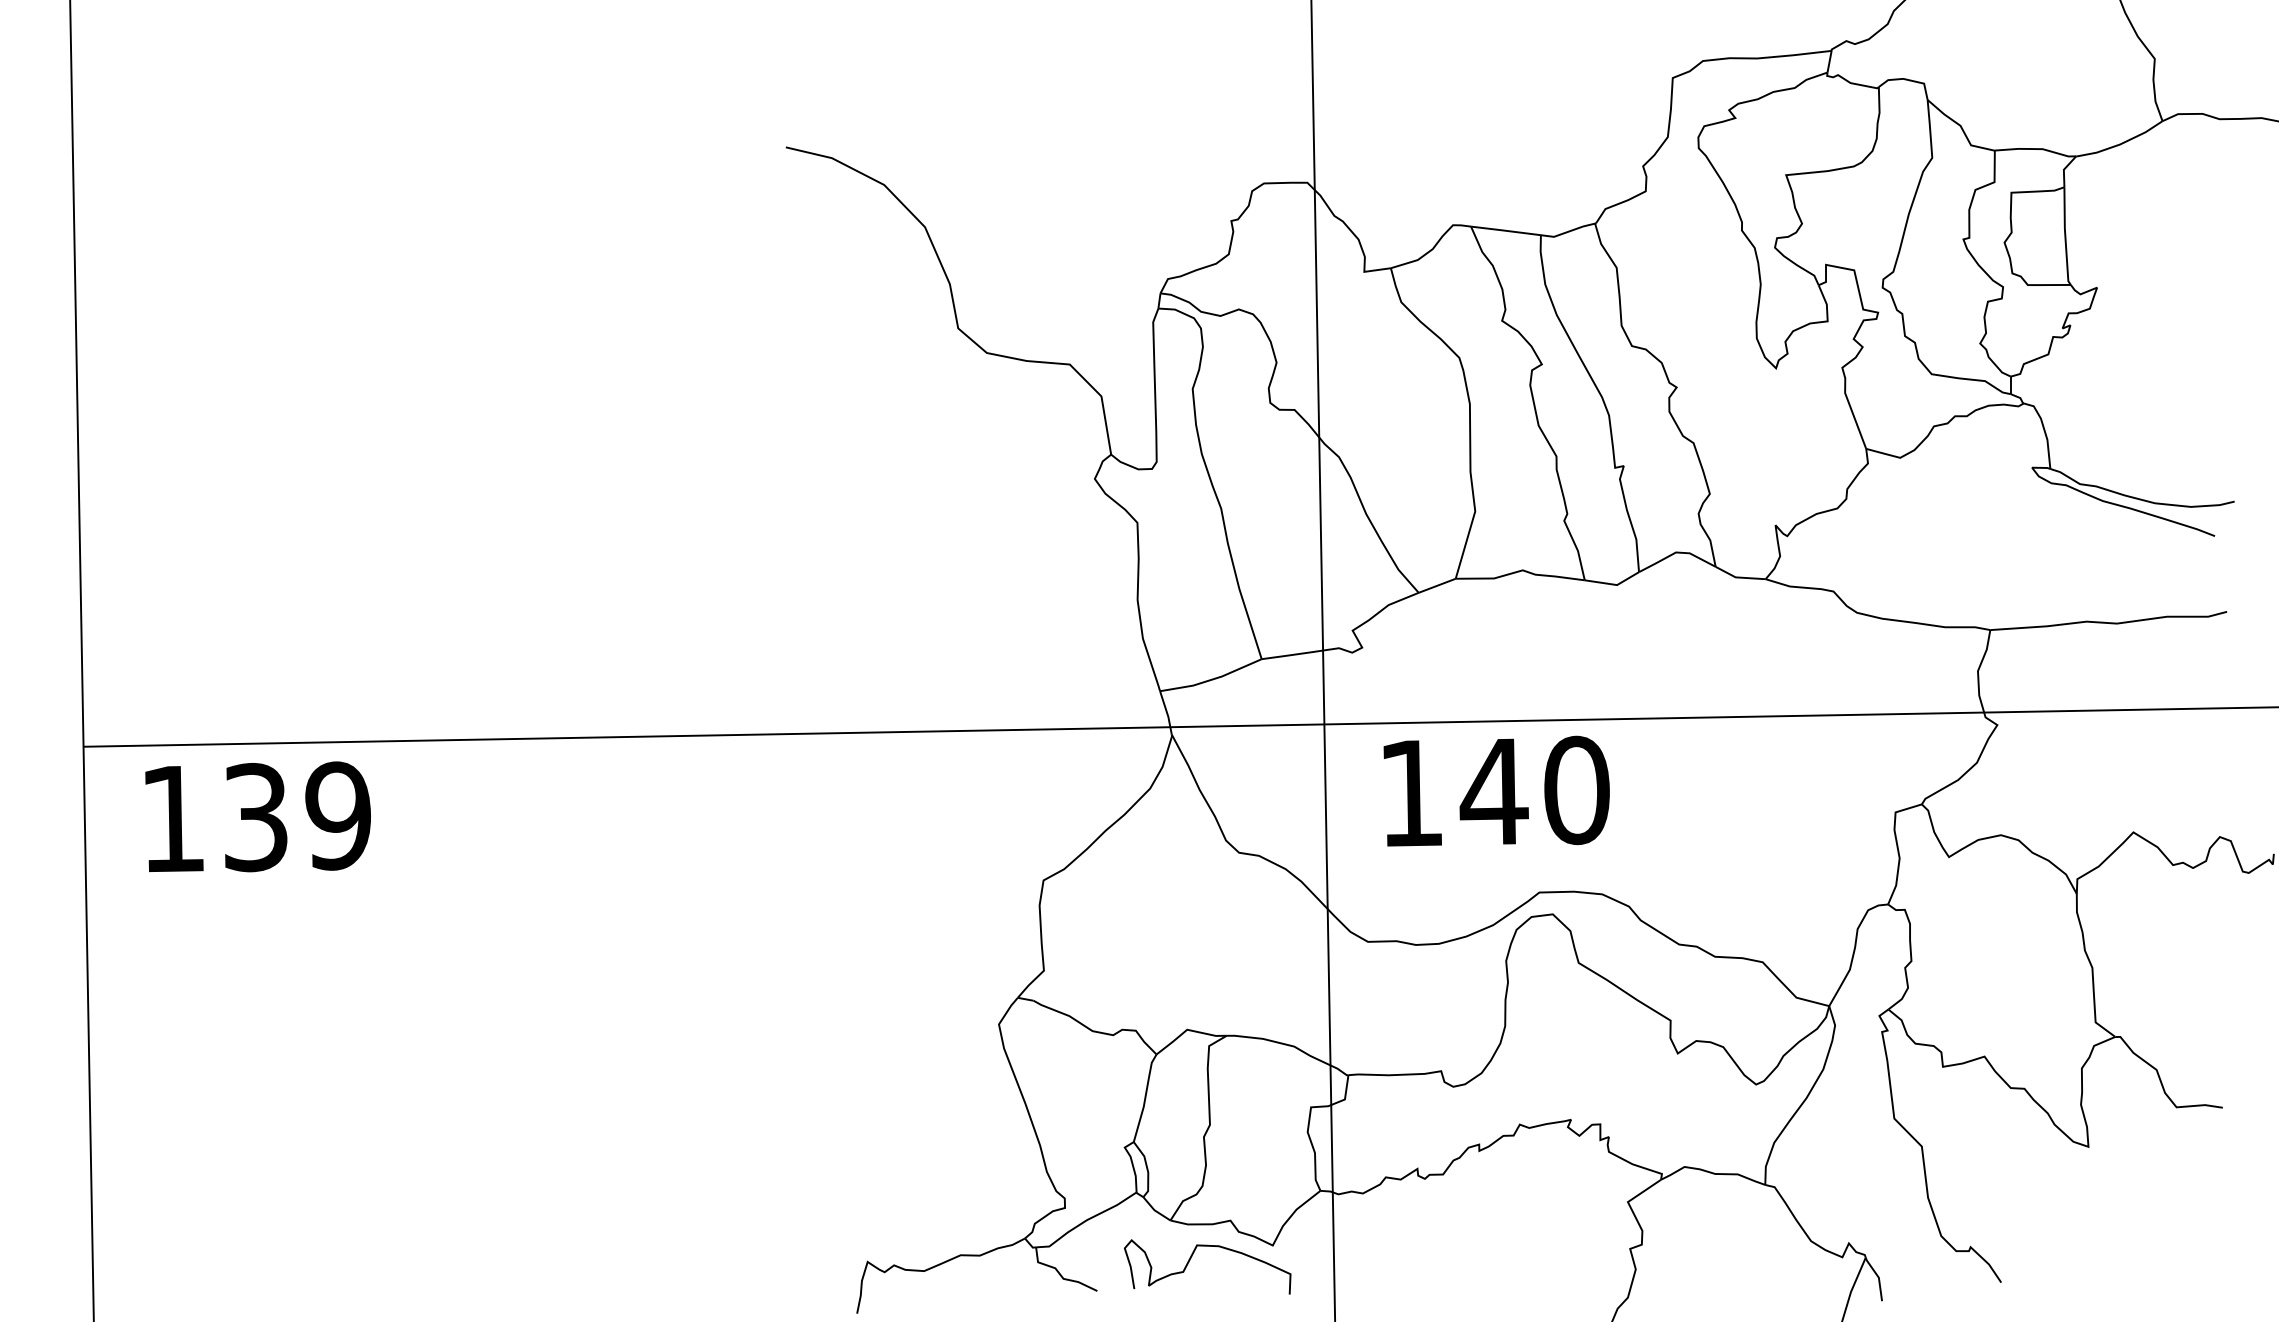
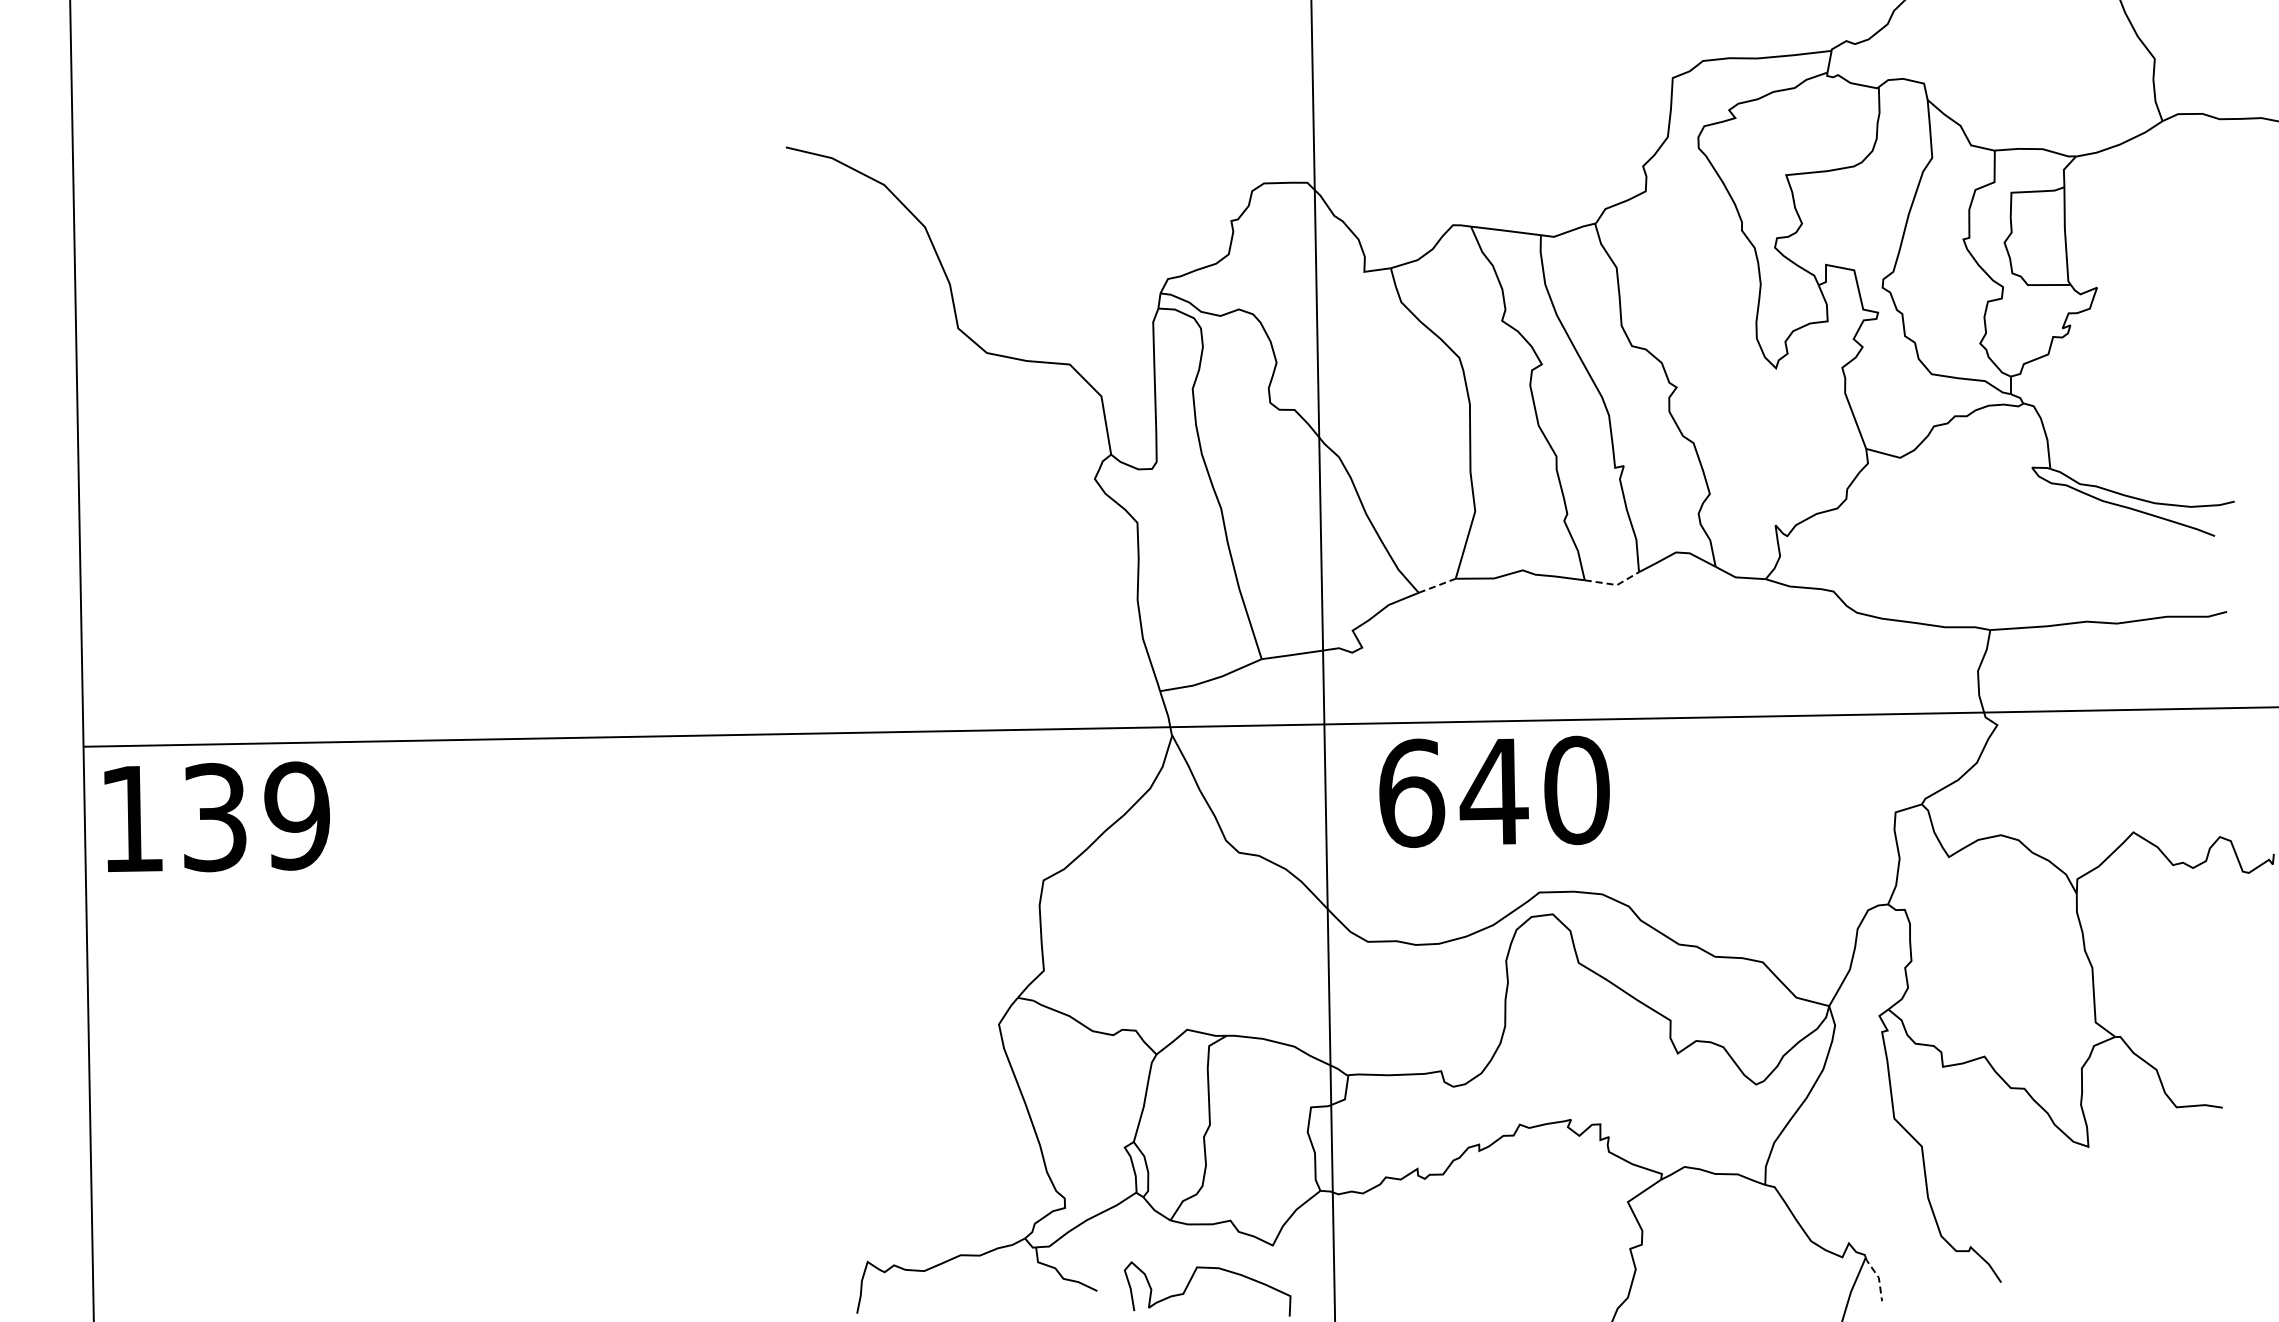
line at (1614, 584): solid -> dashed
line at (1437, 585): solid -> dashed
text at (1412, 792): 140 -> 640
text at (257, 816) position: (257, 816) -> (216, 816)
curve at (1191, 1258) position: (1191, 1258) -> (1191, 1280)
line at (1878, 1277): solid -> dashed
